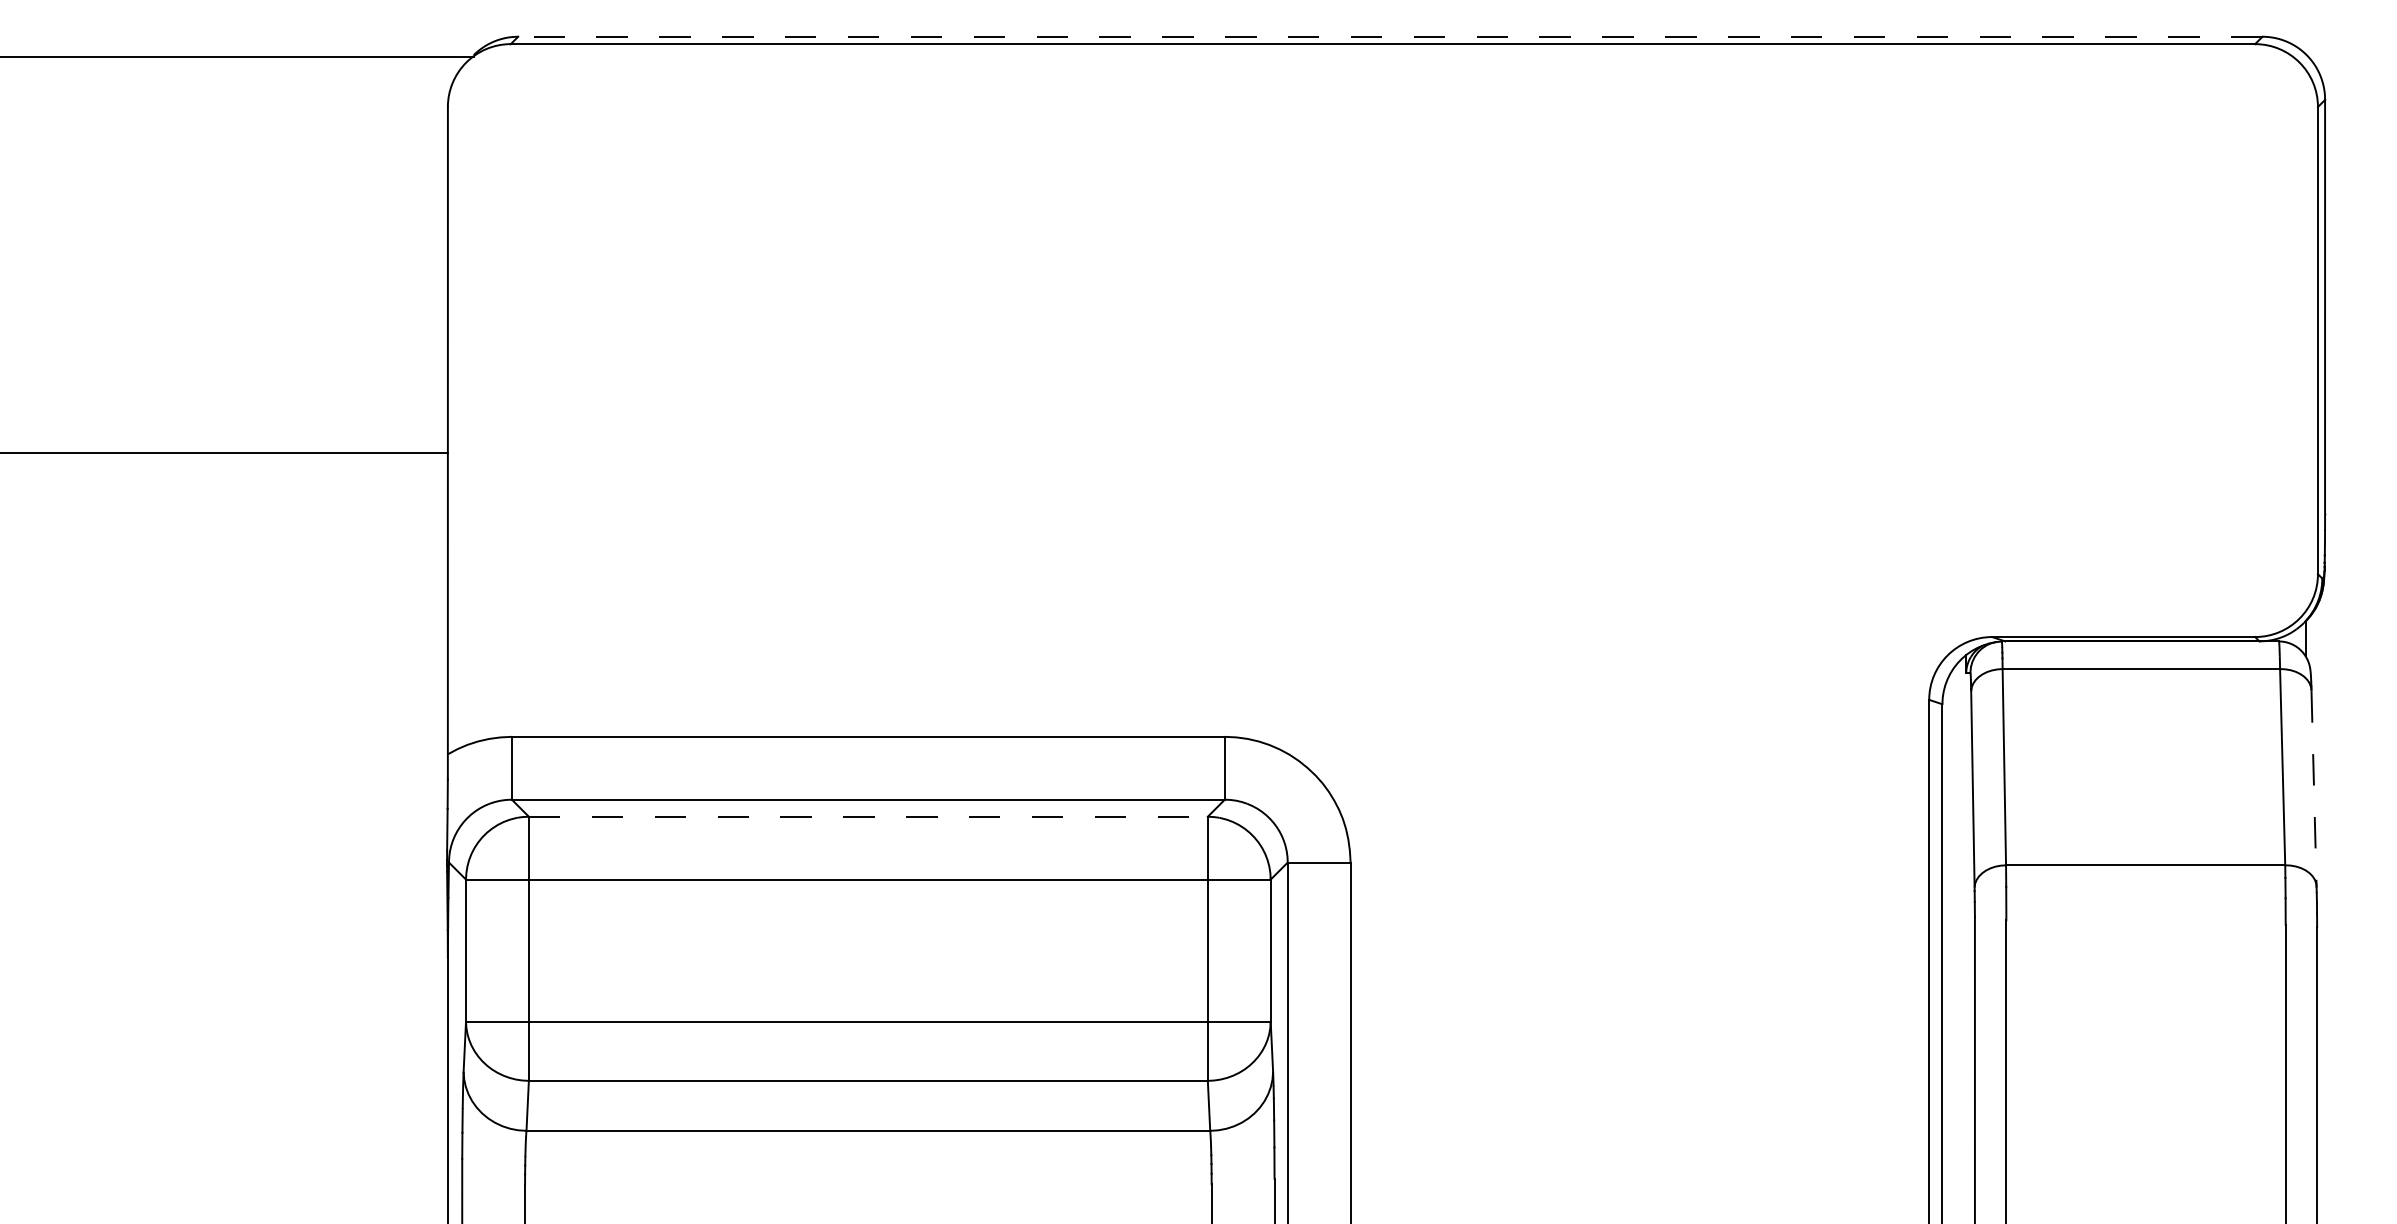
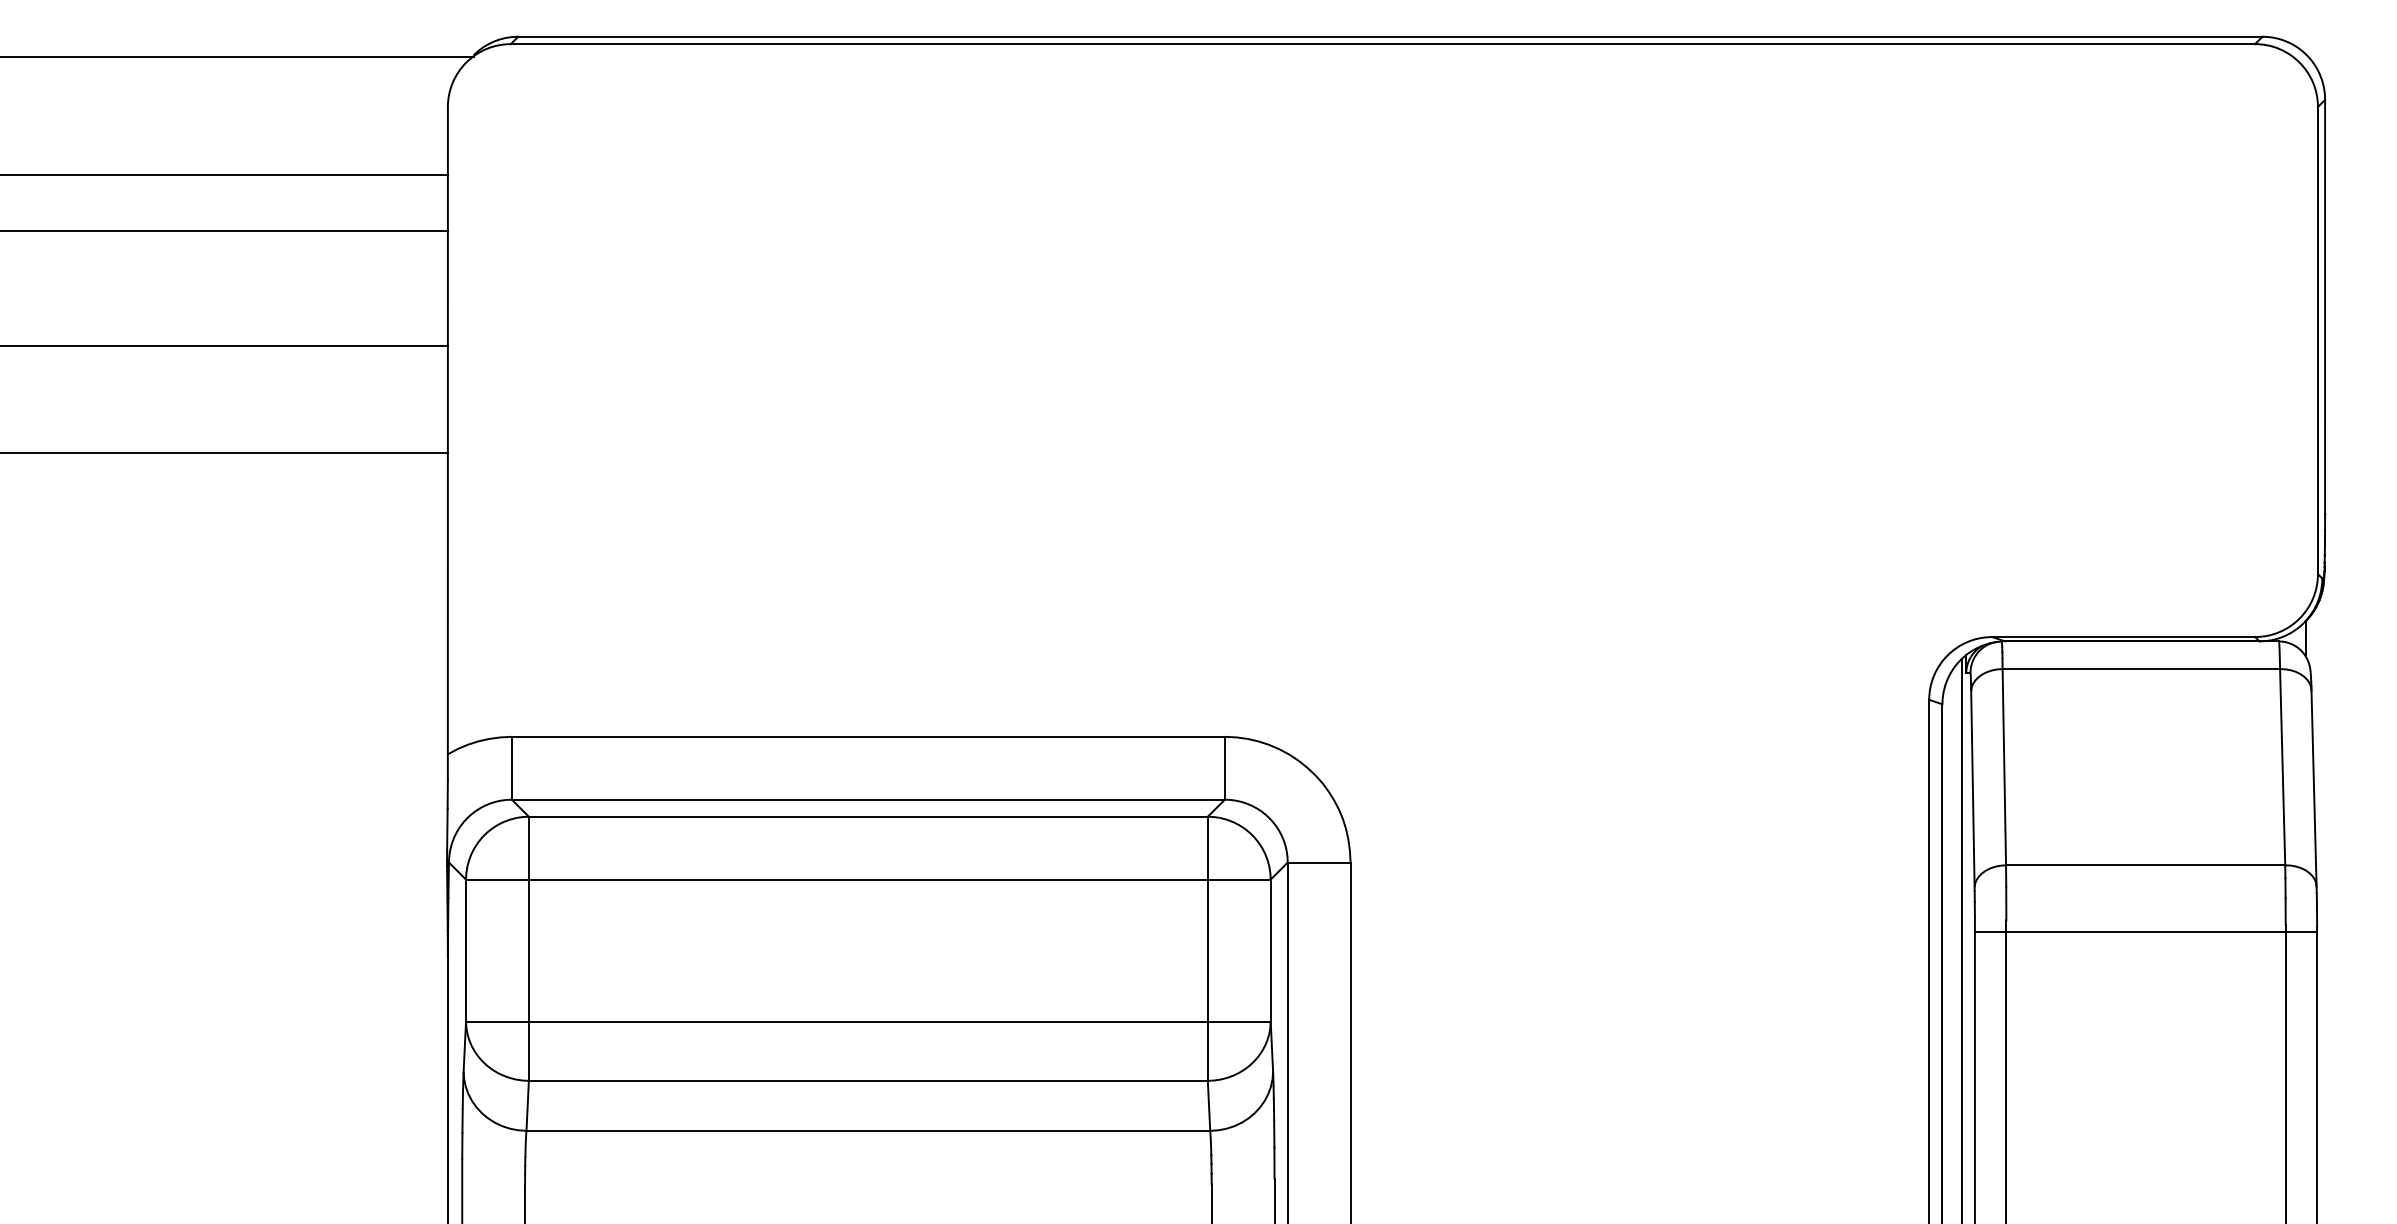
line at (1389, 36): dashed -> solid
line at (224, 175): none -> present
line at (224, 231): none -> present
line at (224, 346): none -> present
line at (2314, 792): dashed -> solid
line at (868, 816): dashed -> solid
line at (2145, 931): none -> present
line at (1962, 939): none -> present
